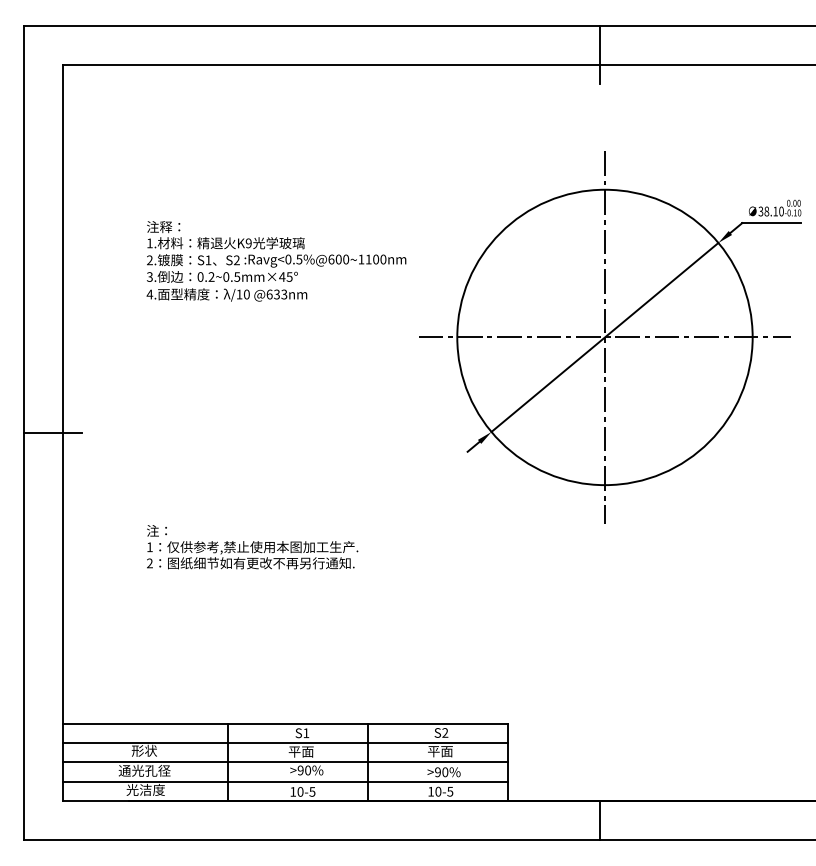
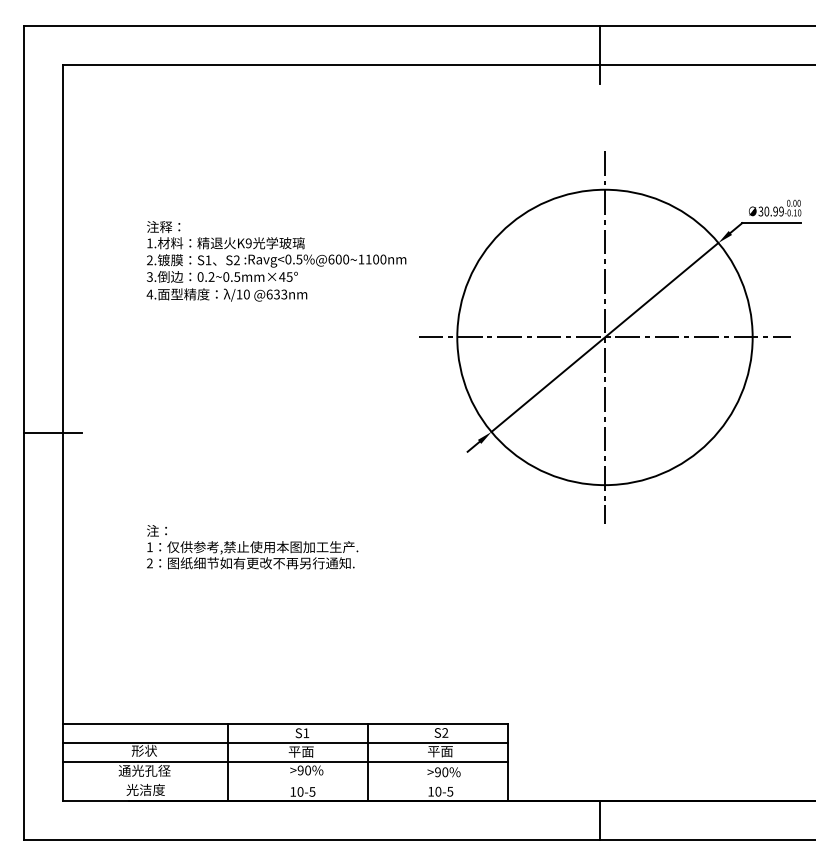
text at (773, 211): 38.10 -> 30.99
line at (285, 781): present -> none
